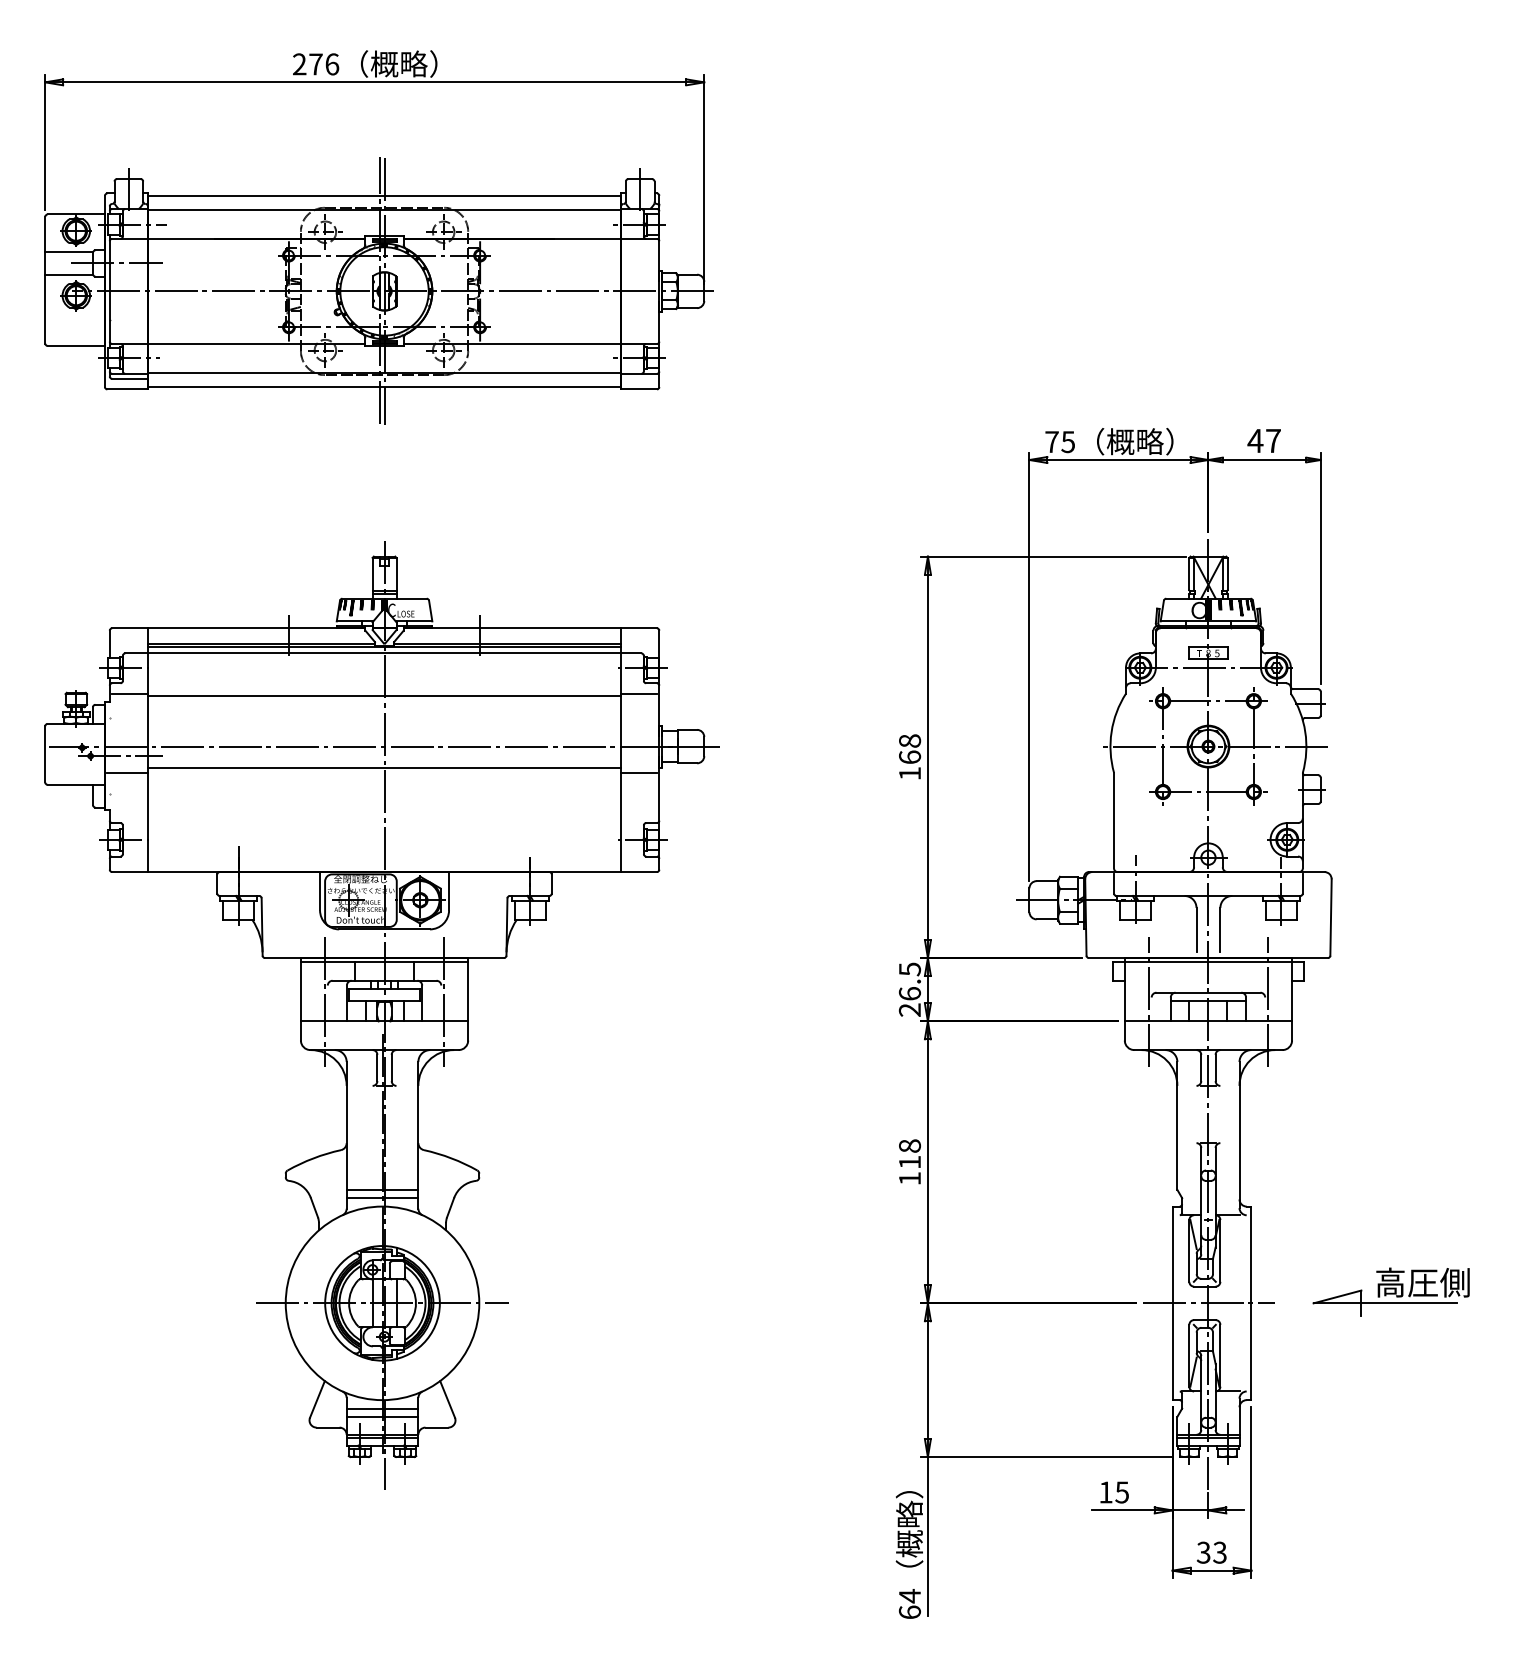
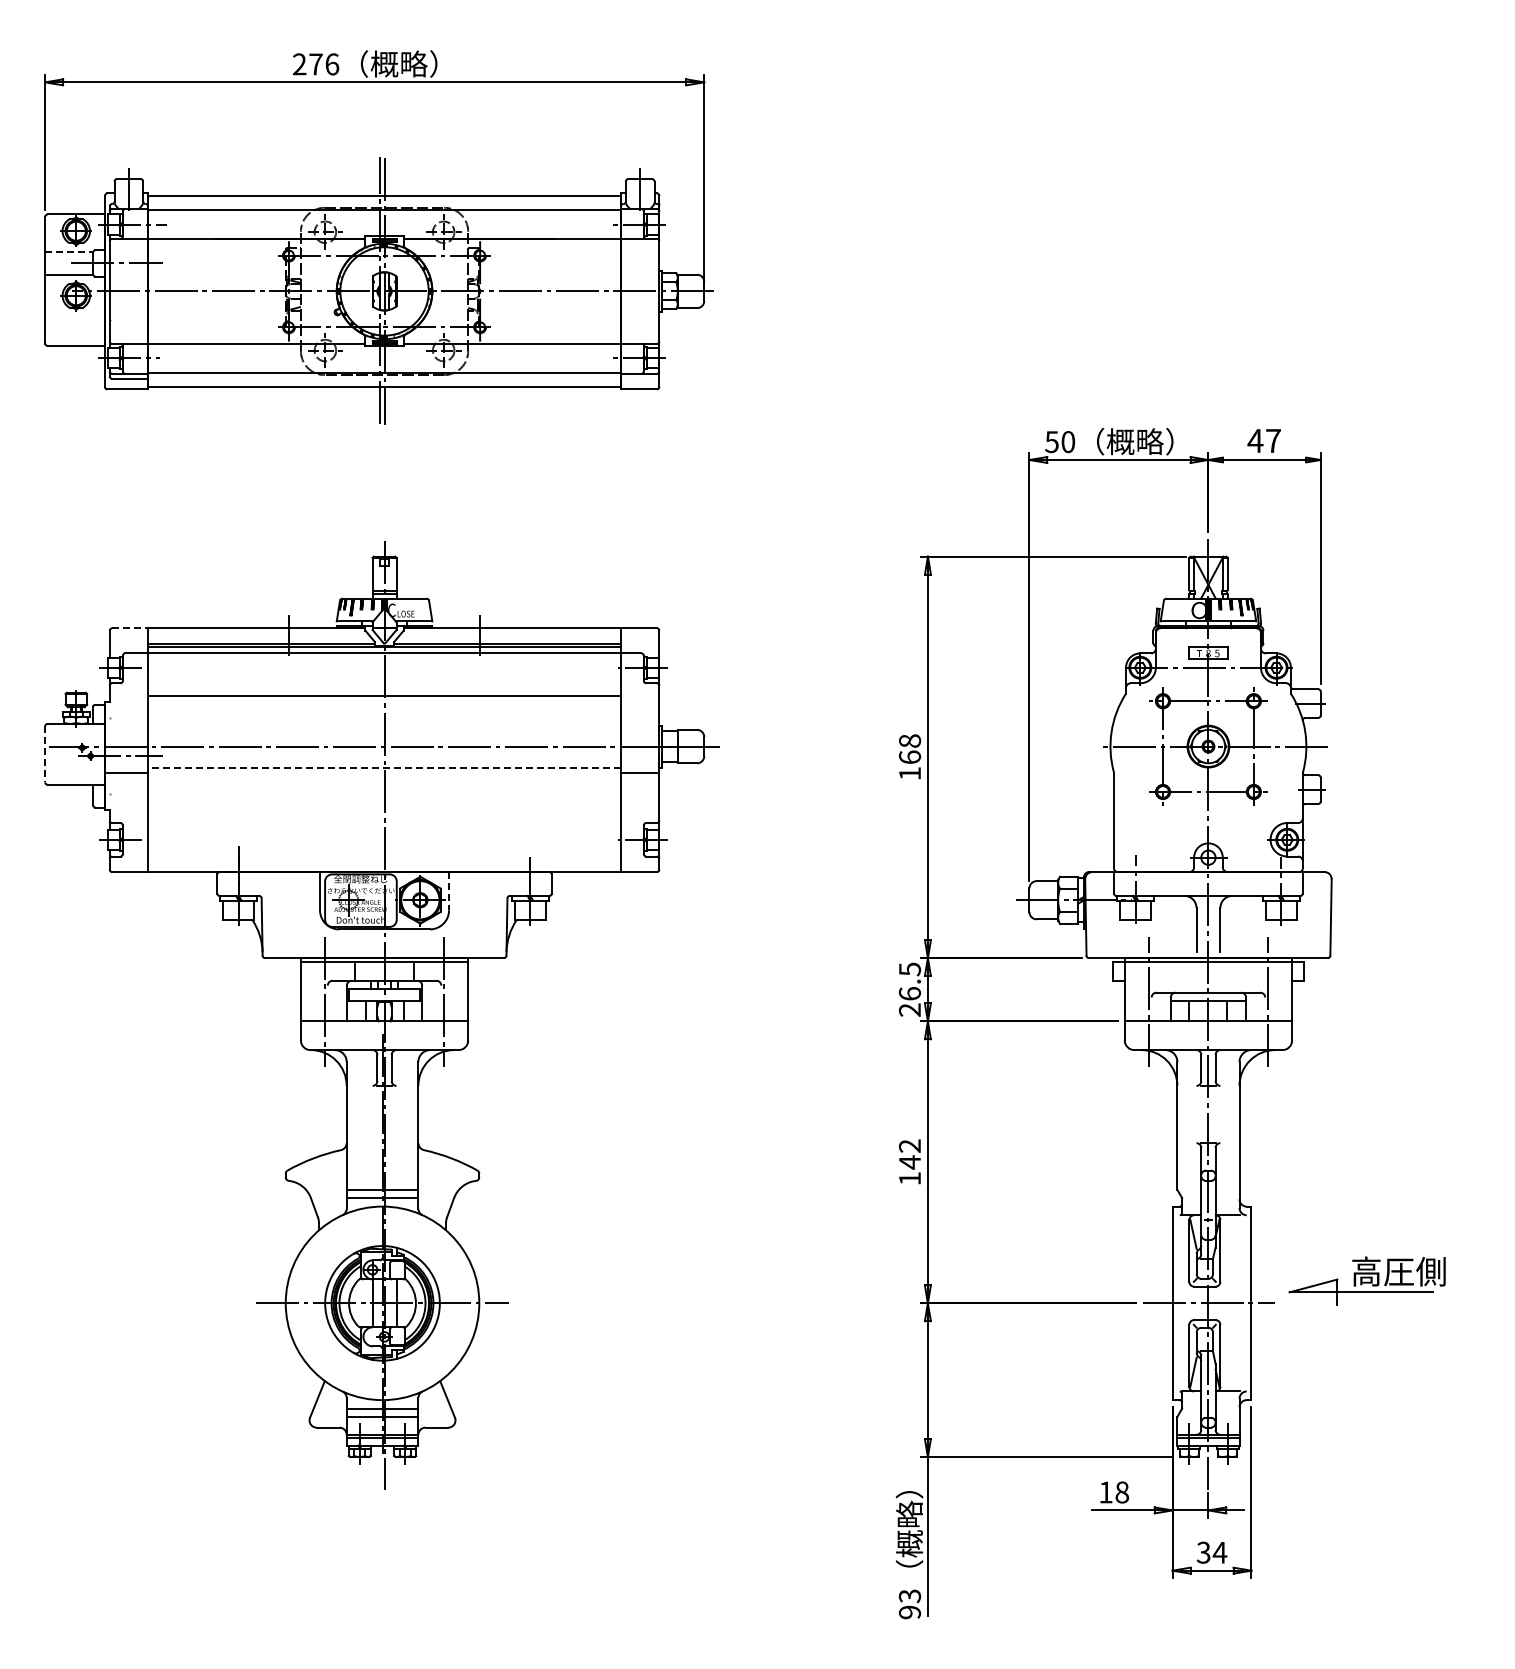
line at (69, 251): solid -> dashed
text at (1060, 442): 75 -> 50
line at (130, 628): solid -> dashed
line at (129, 693): present -> none
line at (638, 693): present -> none
line at (45, 754): solid -> dashed
line at (384, 767): solid -> dashed
line at (449, 891): solid -> dashed
text at (909, 1154): 118 -> 142
part at (1390, 1291) position: (1390, 1291) -> (1366, 1280)
text at (1122, 1492): 15 -> 18
text at (1219, 1552): 33 -> 34
text at (909, 1604): 64 -> 93
